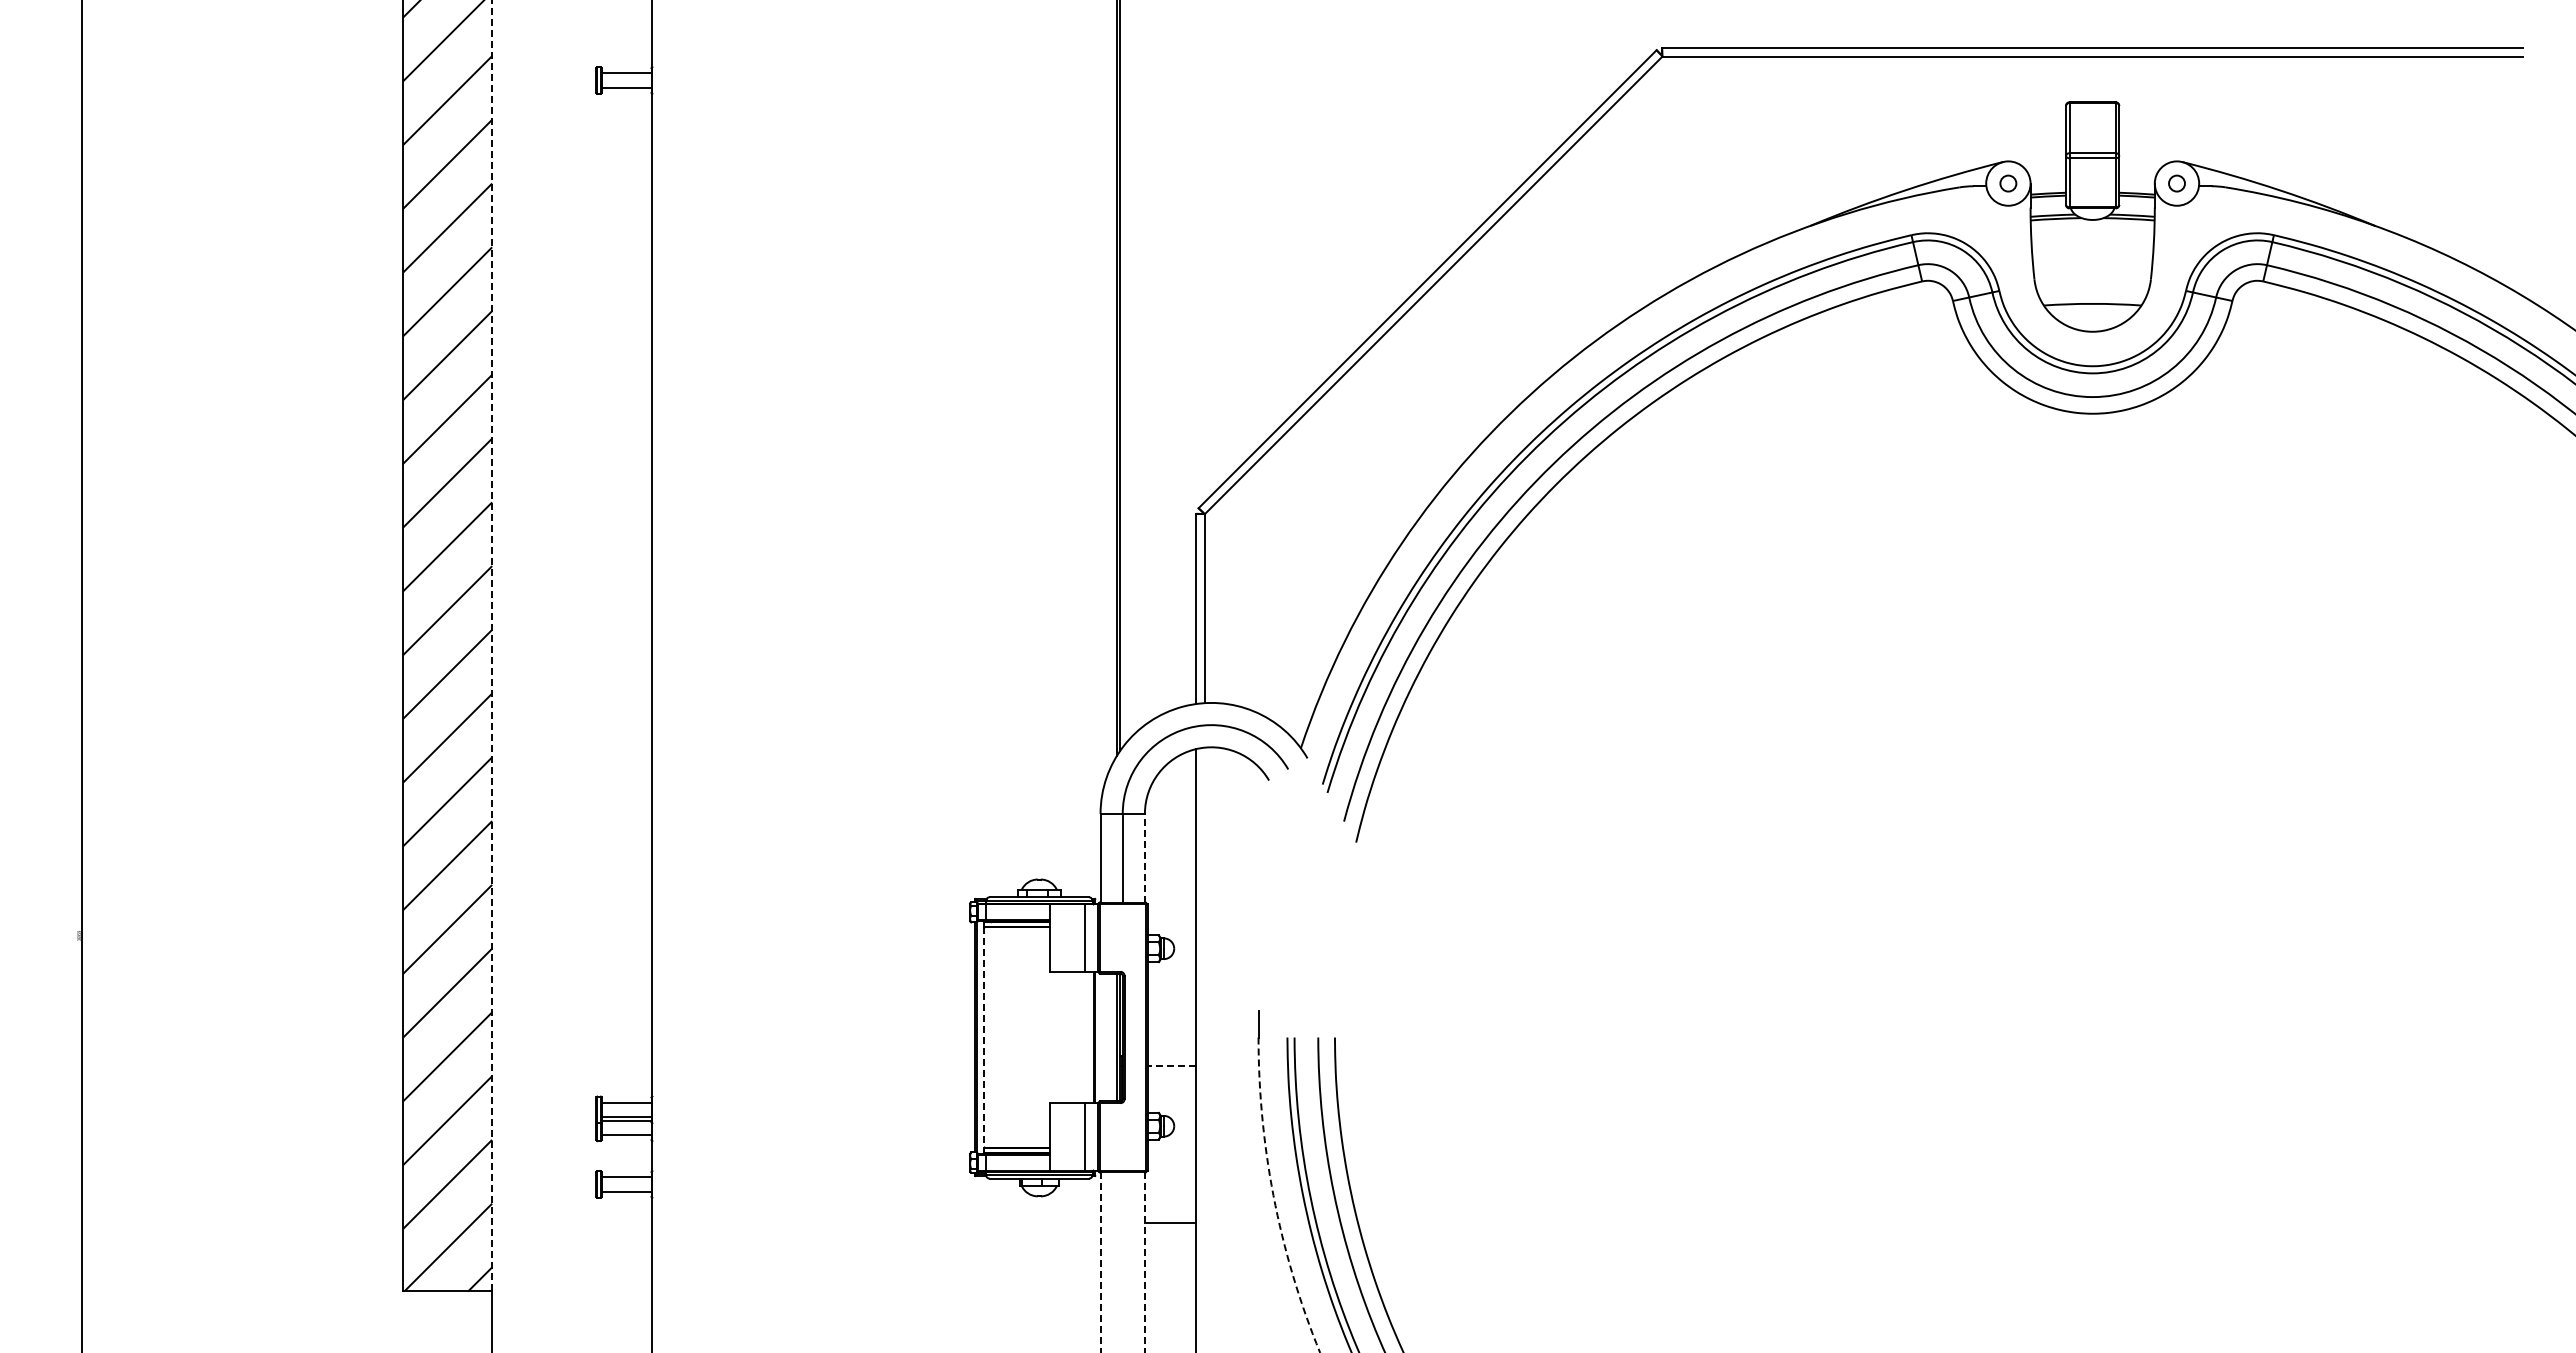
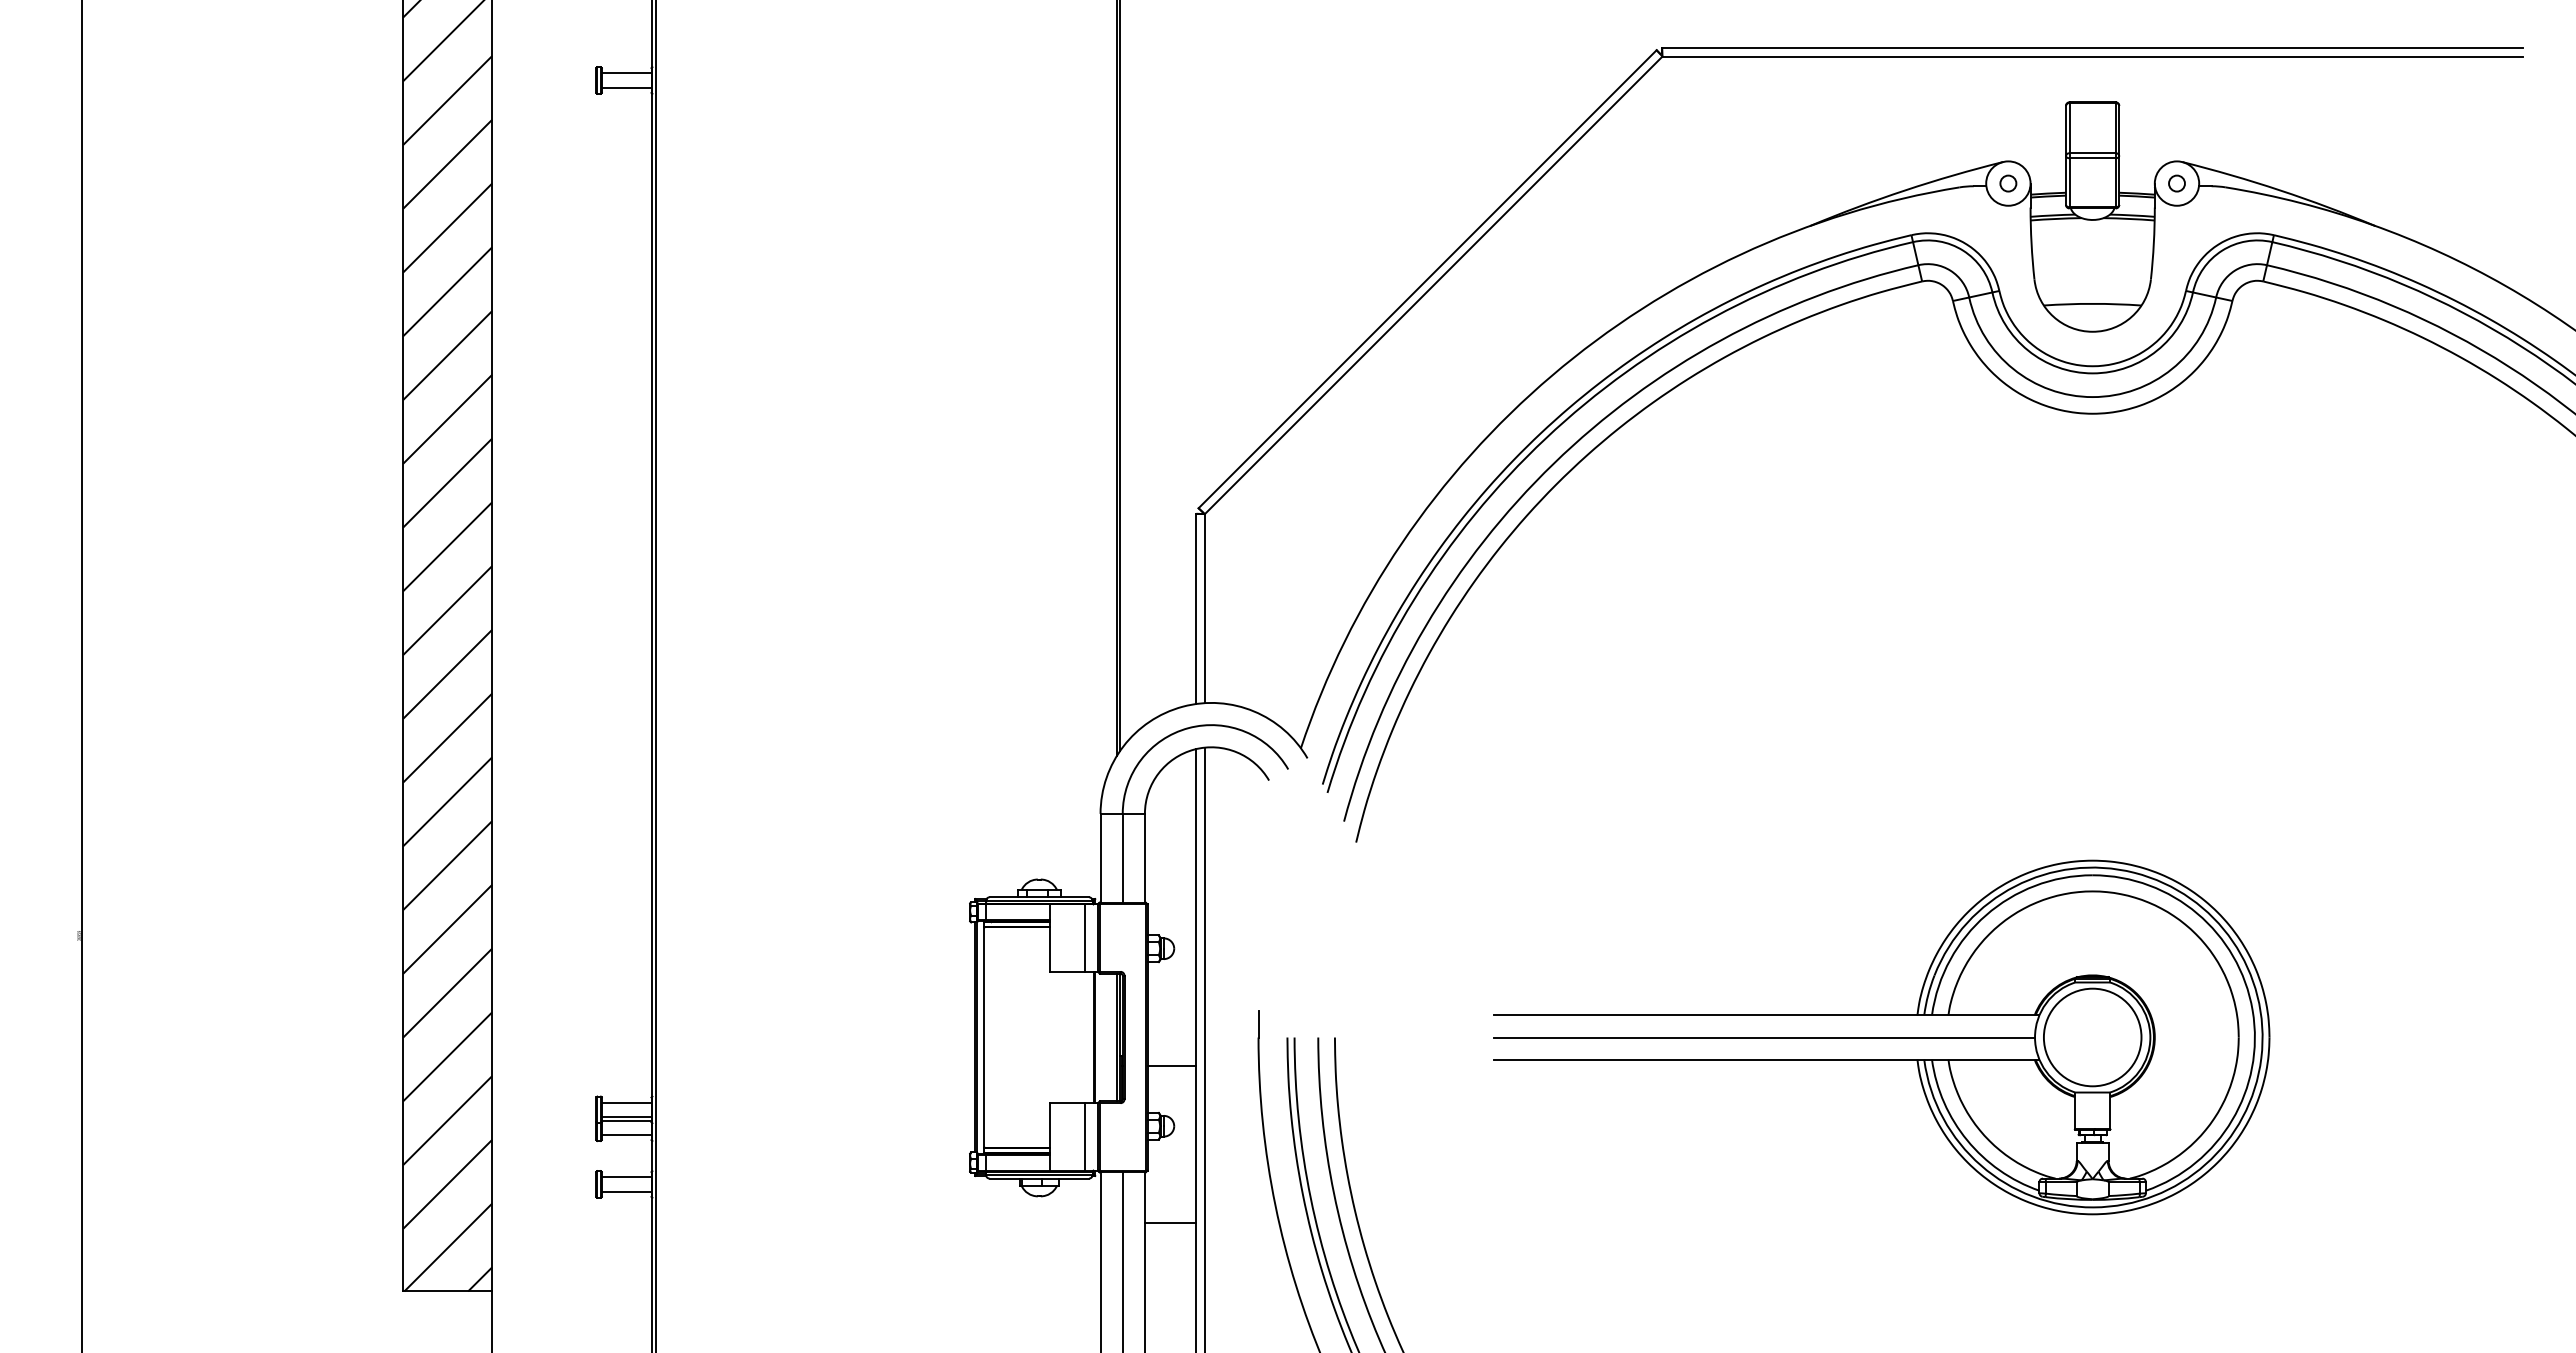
line at (492, 645): dashed -> solid
line at (655, 675): none -> present
line at (1144, 857): dashed -> solid
part at (1881, 1037): none -> present
line at (984, 1038): dashed -> solid
line at (1204, 1048): none -> present
line at (1171, 1065): dashed -> solid
arc at (1274, 1198): dashed -> solid
line at (1122, 1260): none -> present
line at (1100, 1262): dashed -> solid
line at (1144, 1262): dashed -> solid
